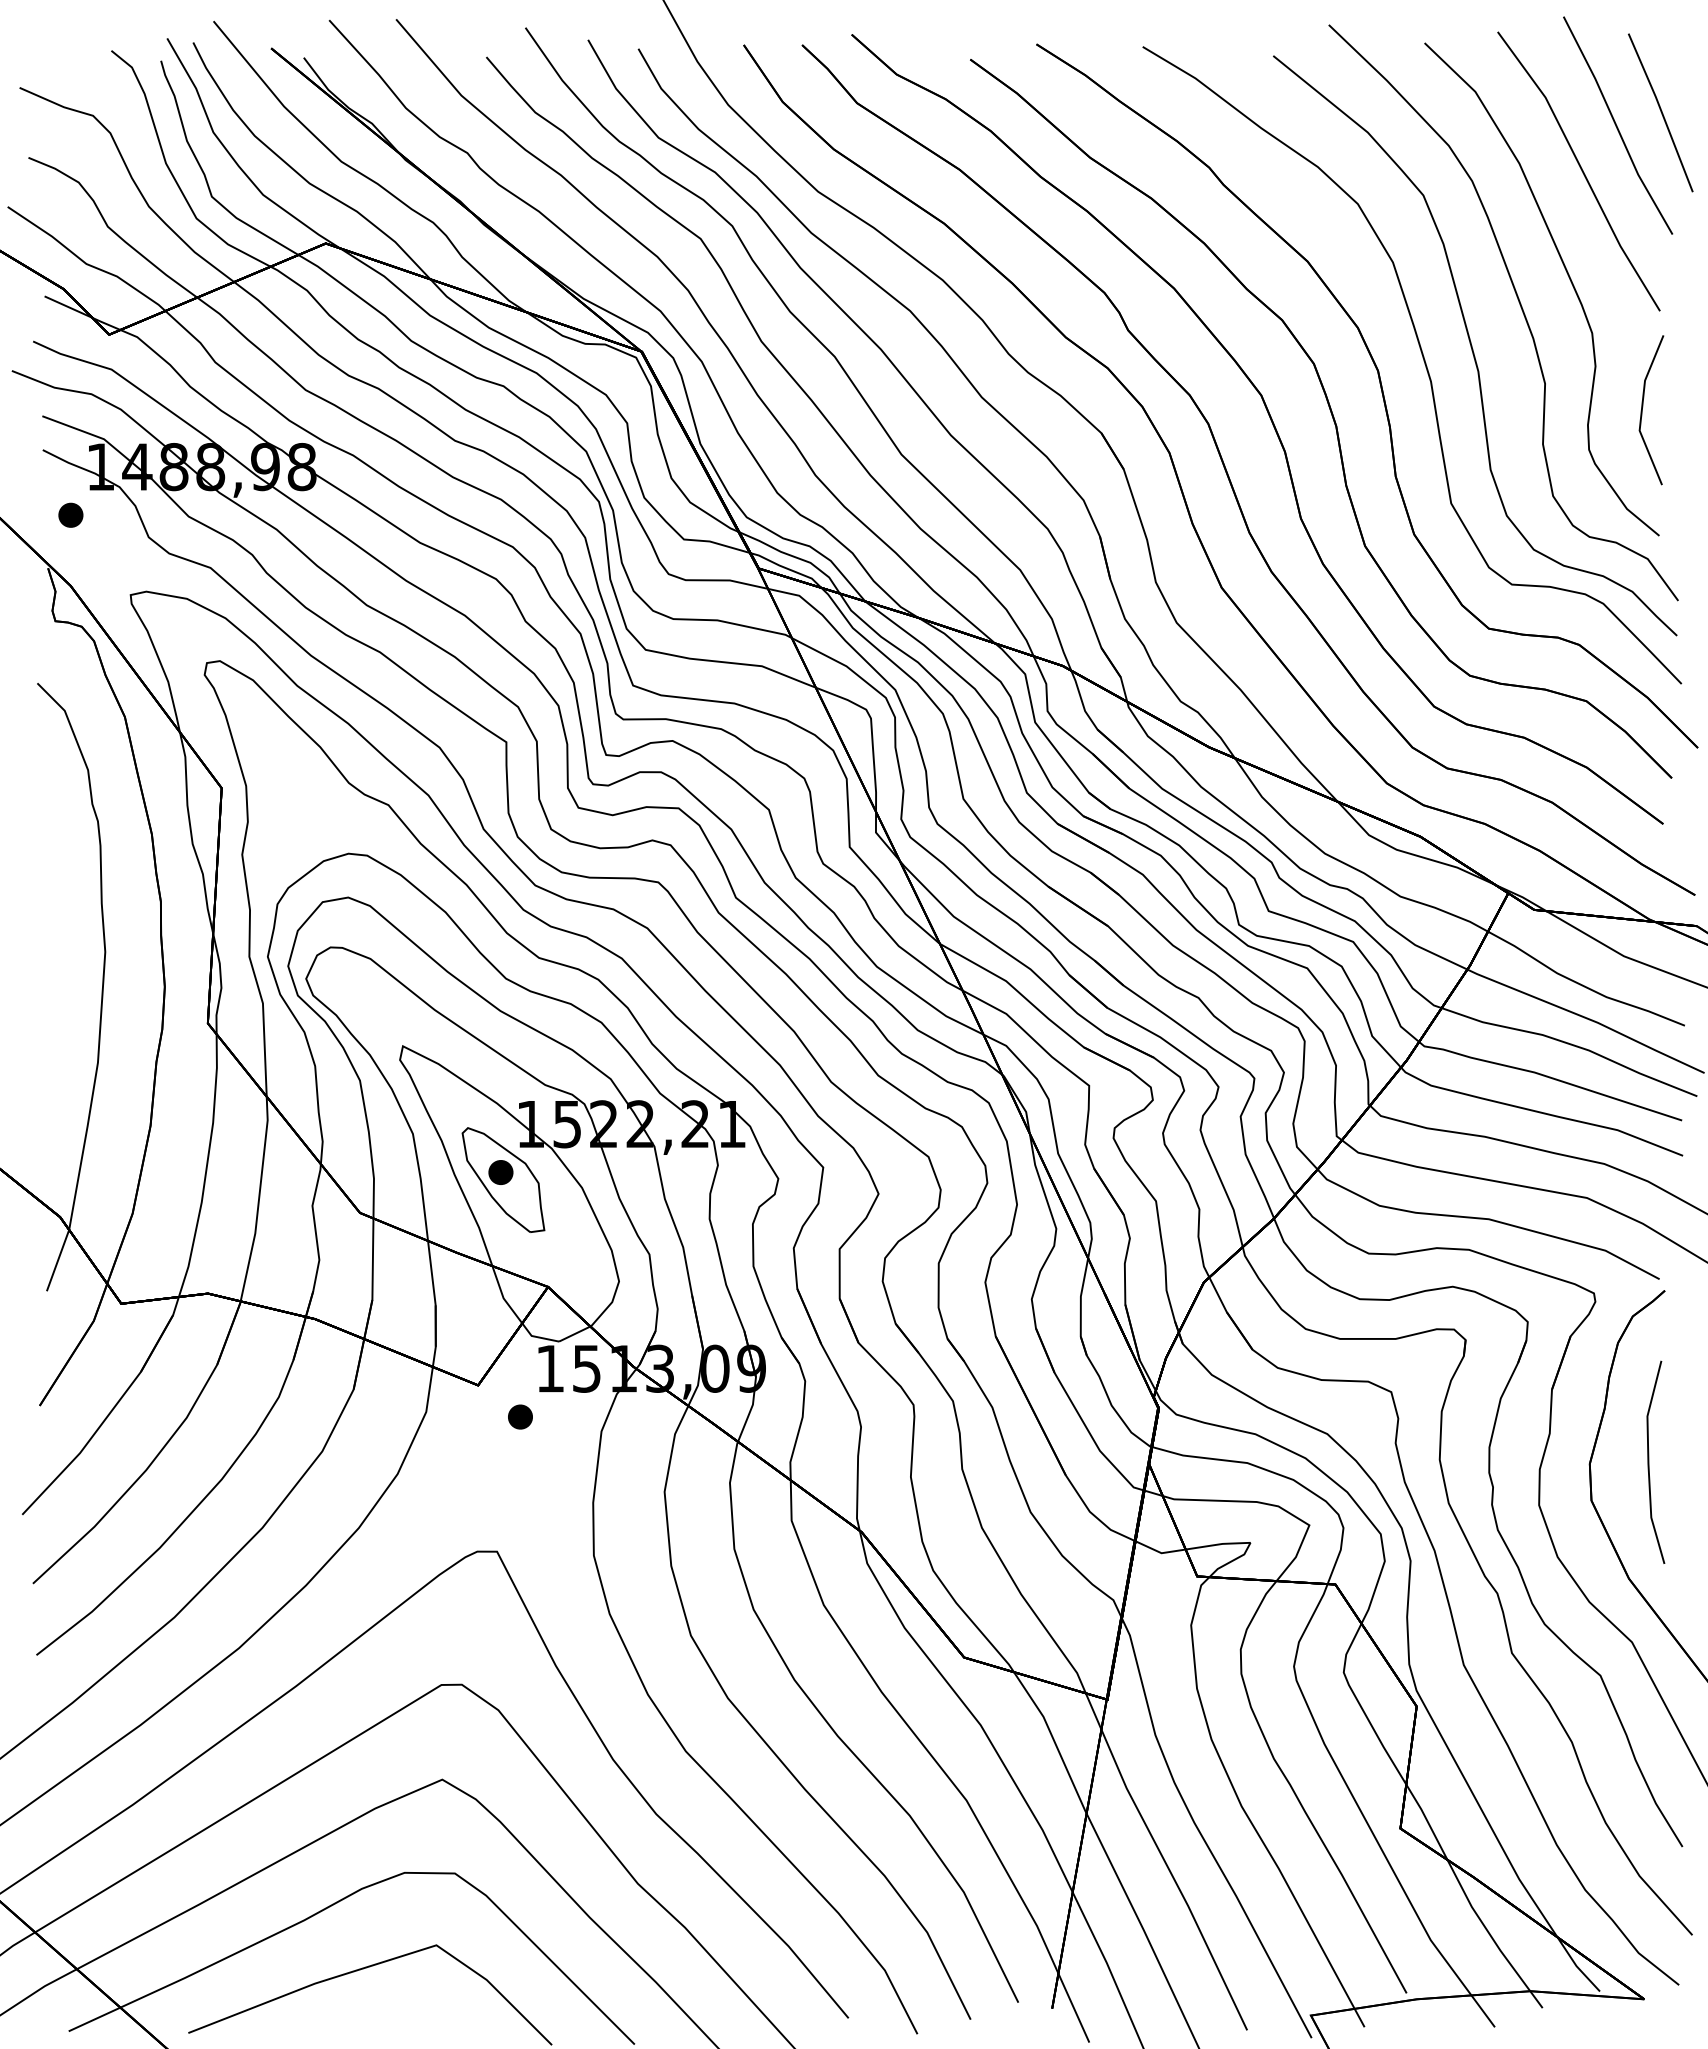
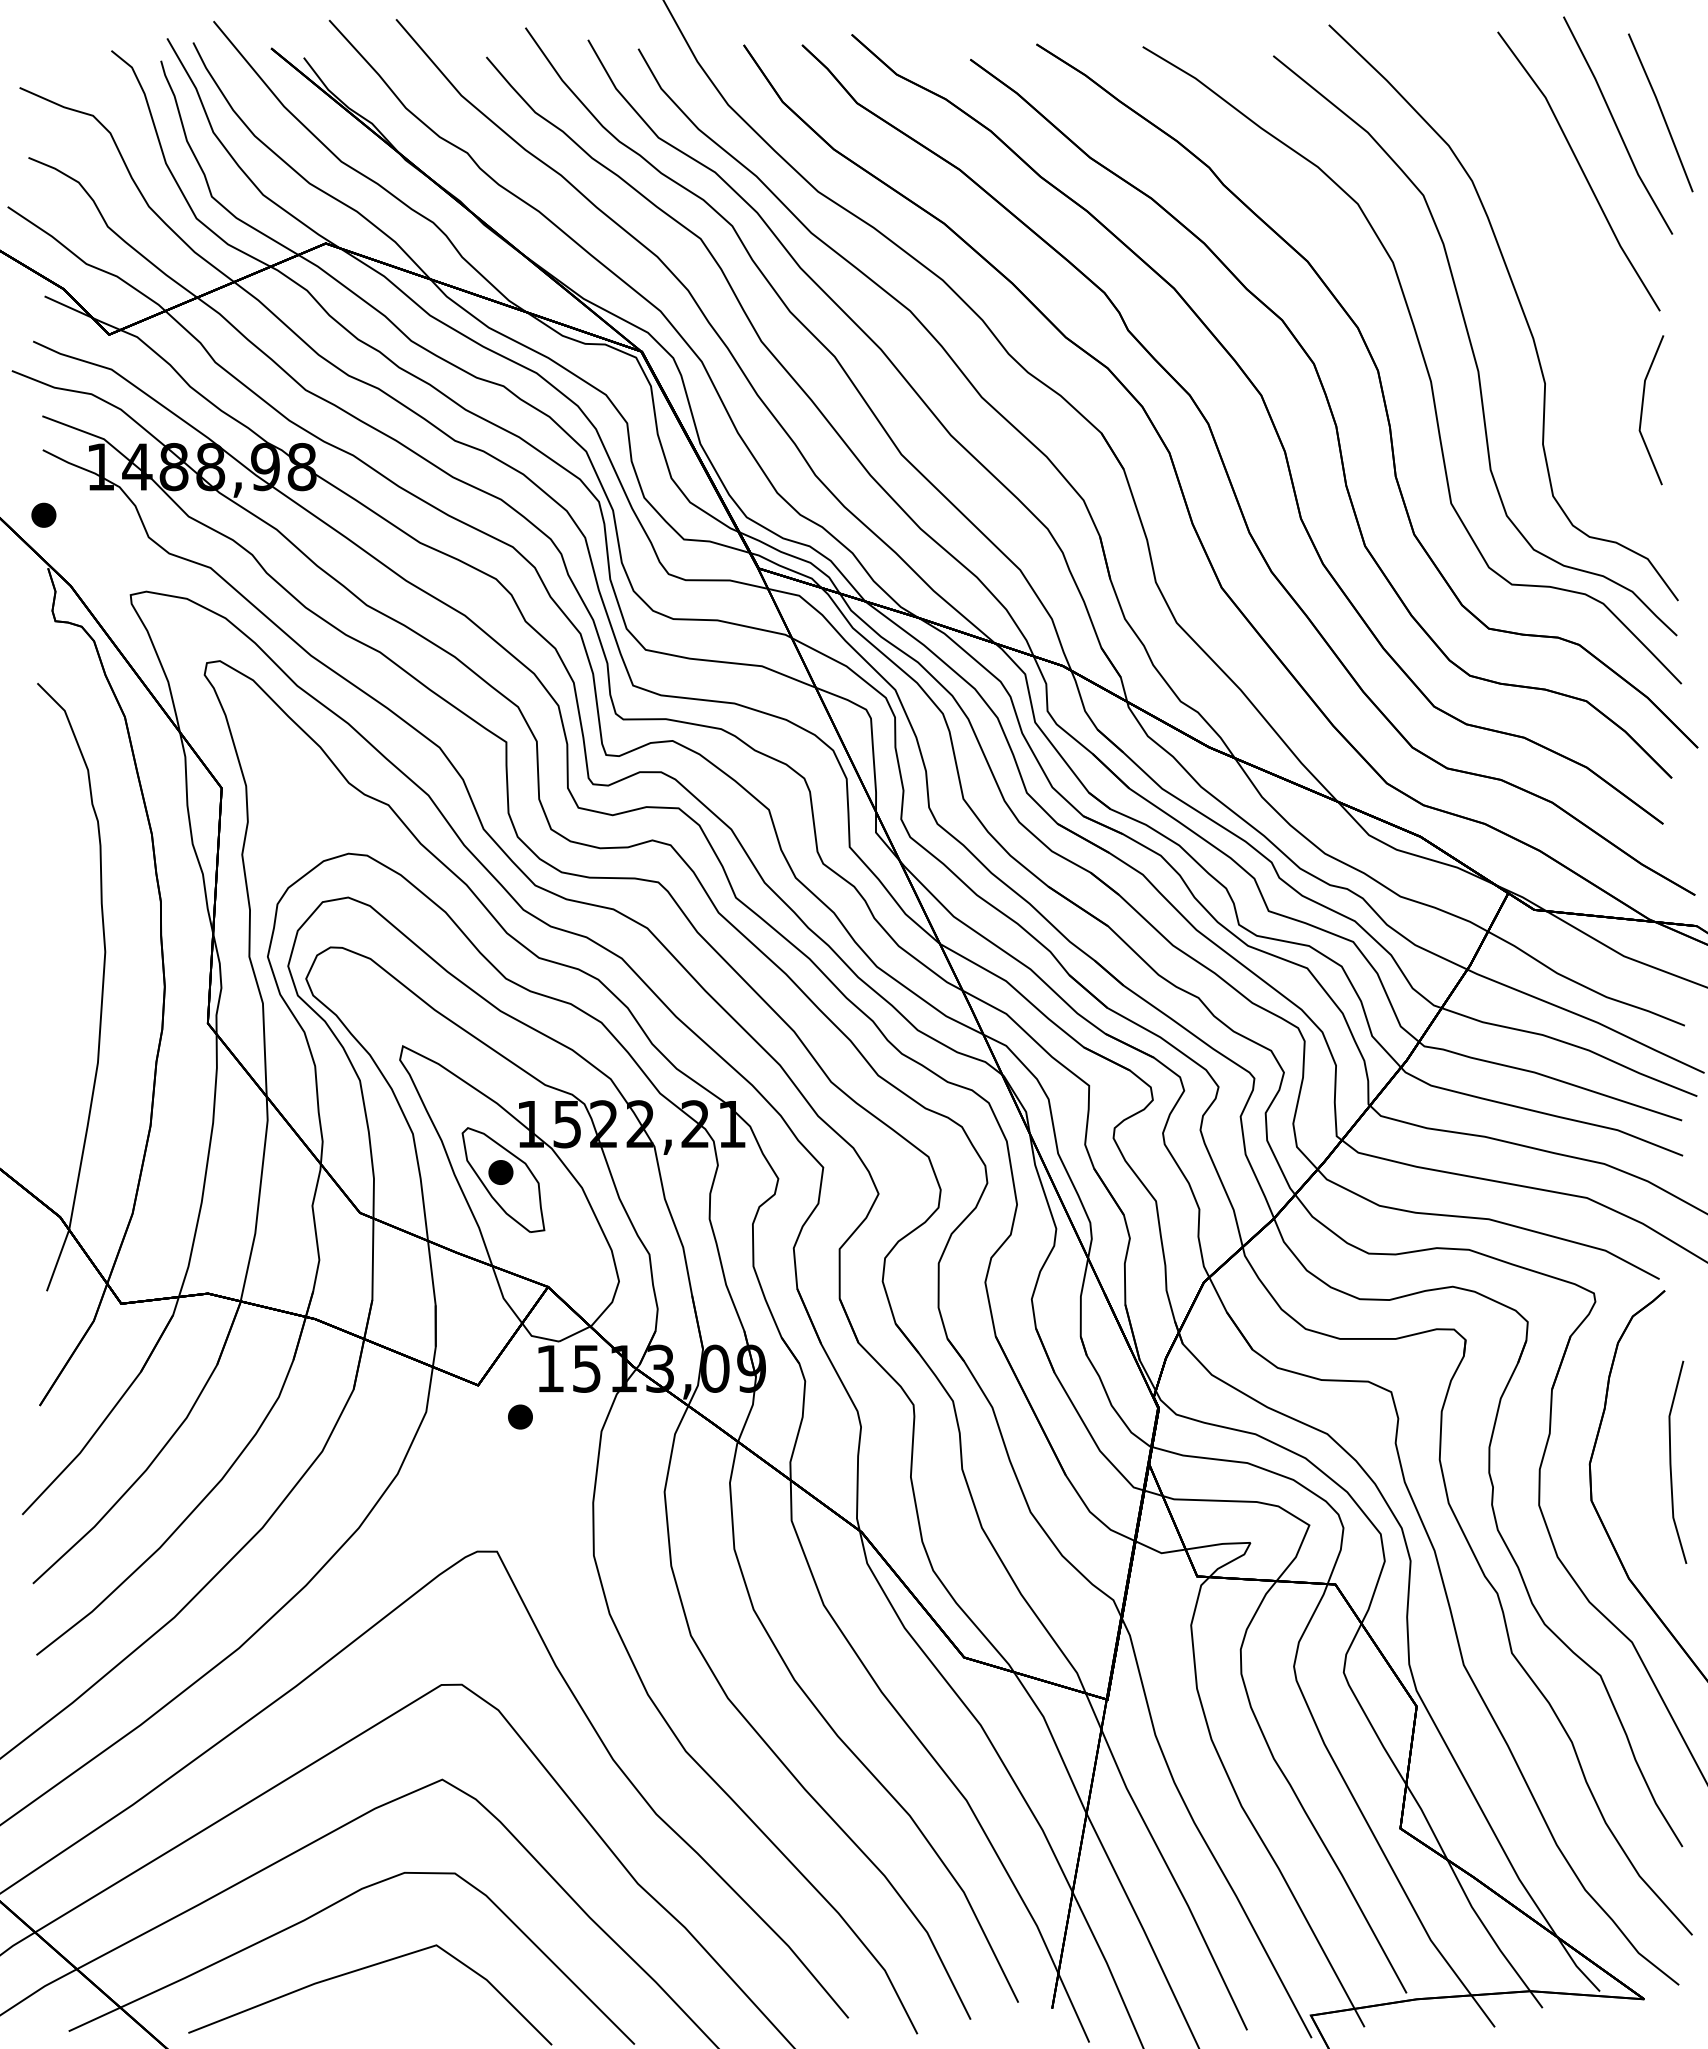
part at (1567, 275): present -> none
part at (70, 514) position: (70, 514) -> (43, 514)
part at (1655, 1461) position: (1655, 1461) -> (1677, 1461)
